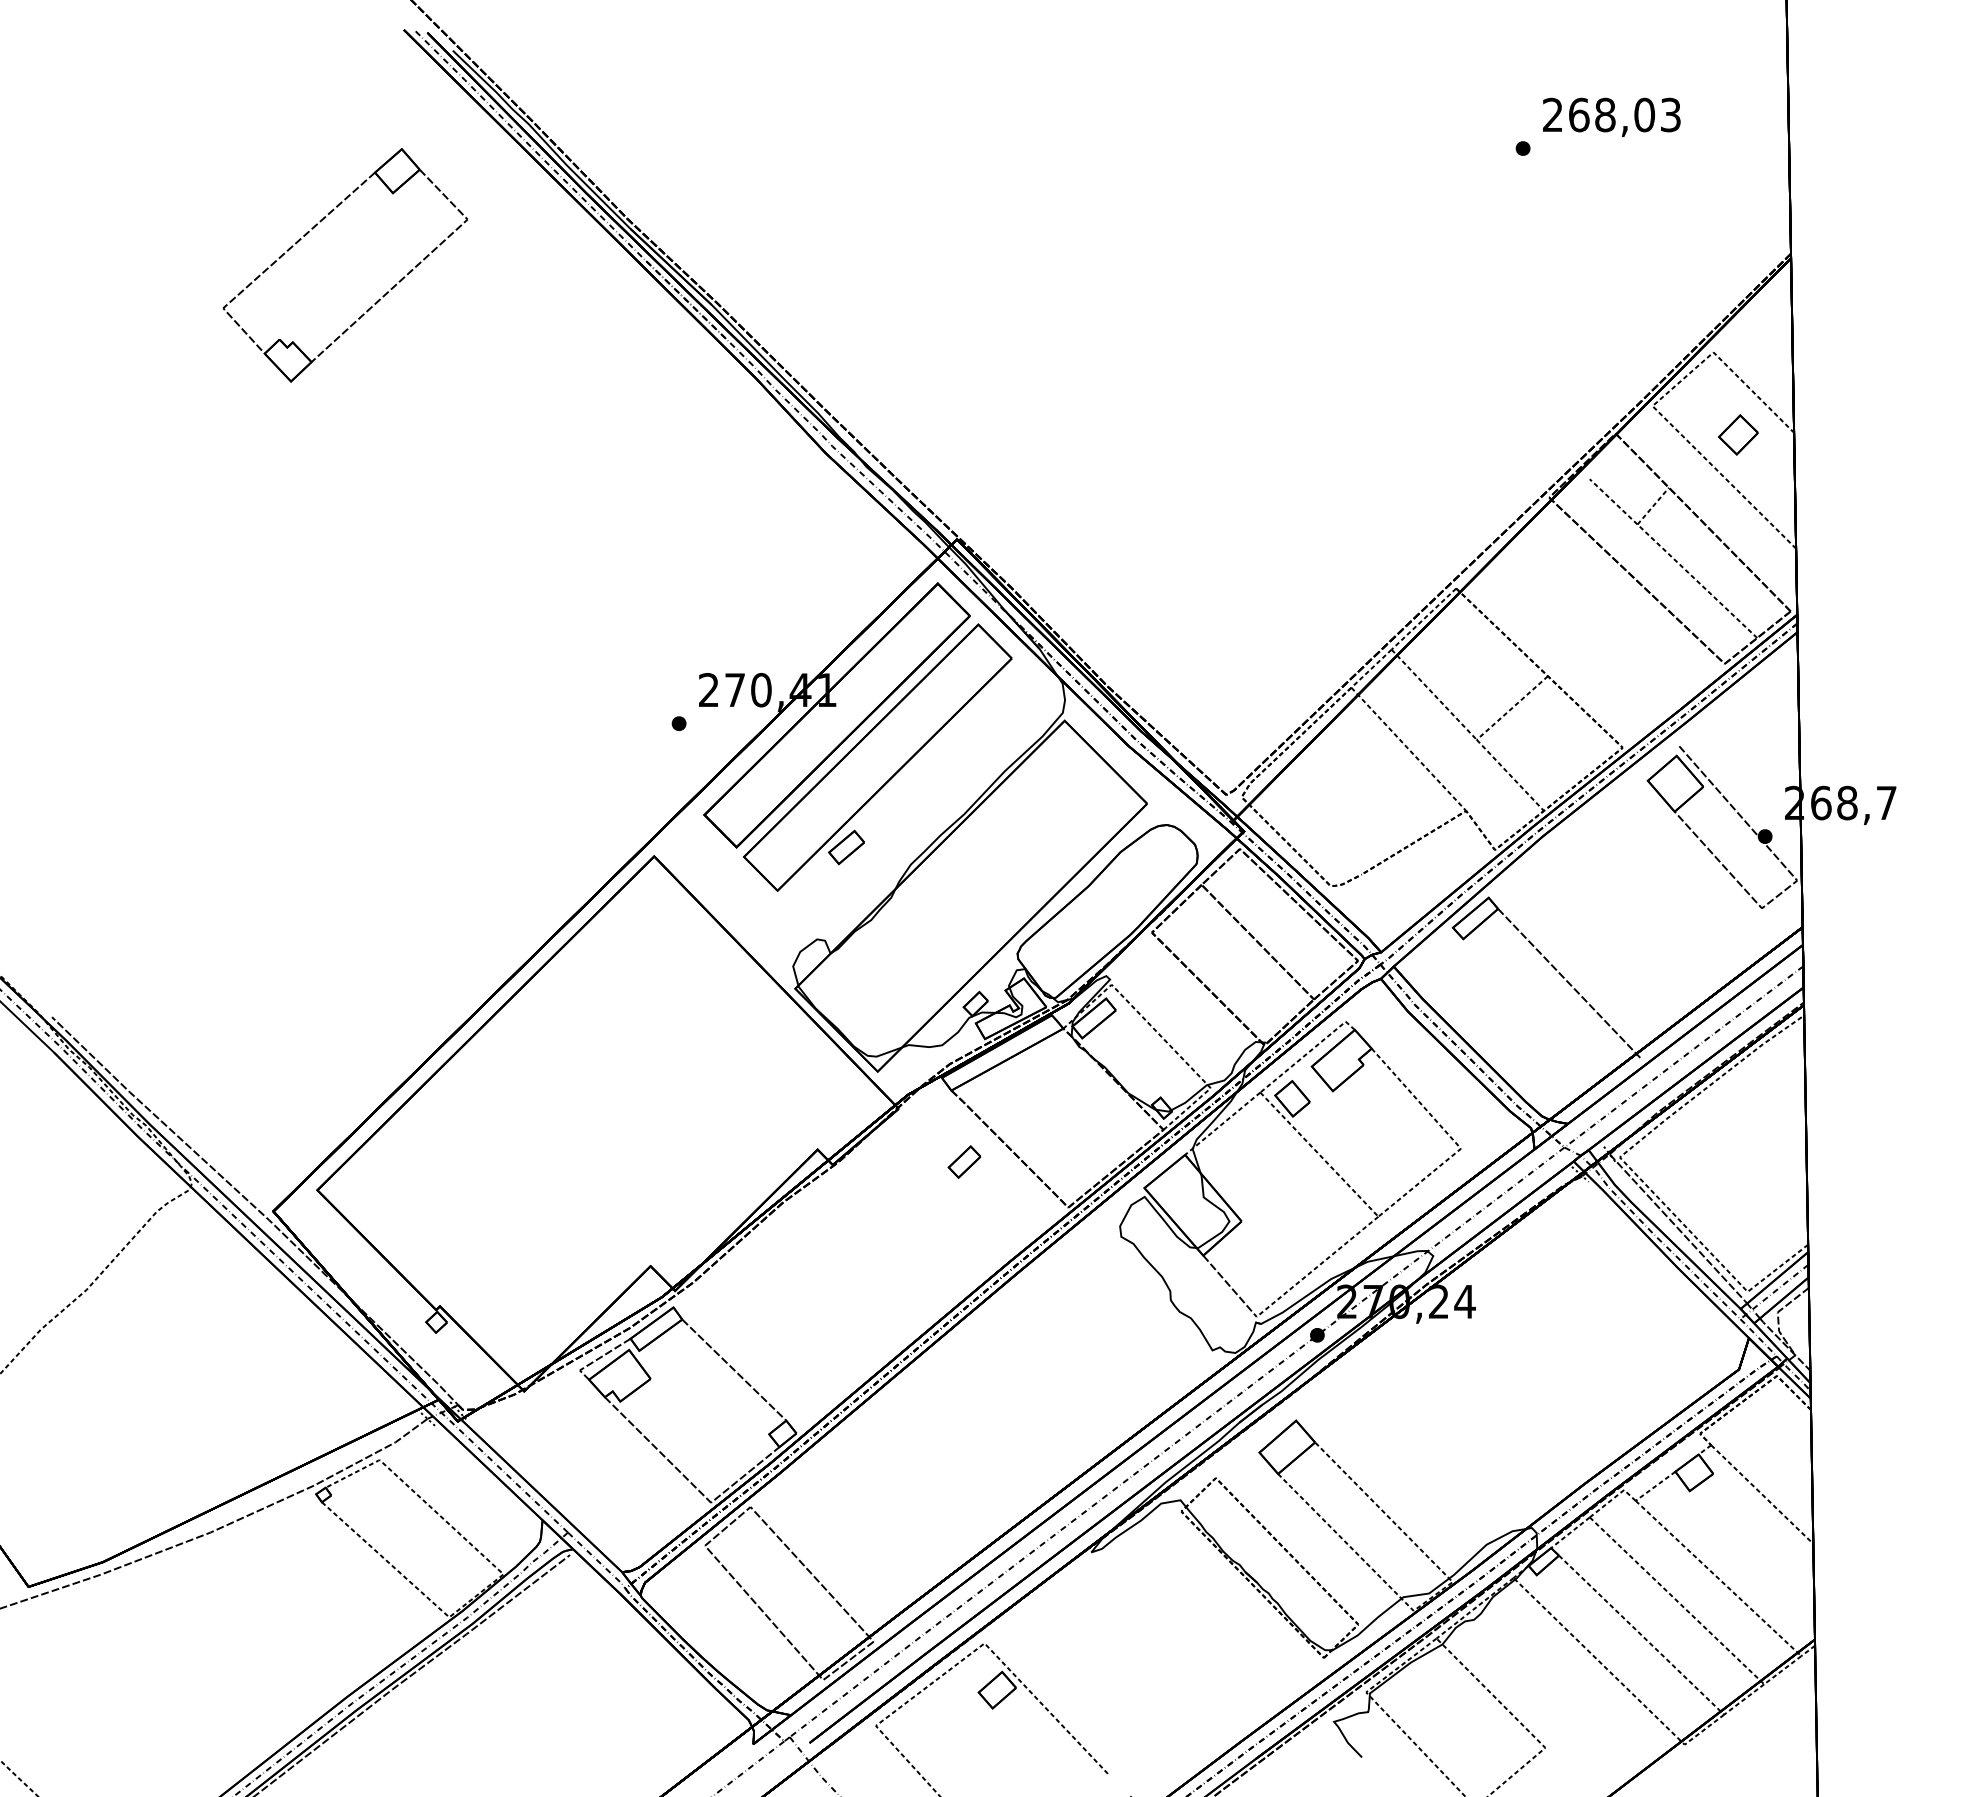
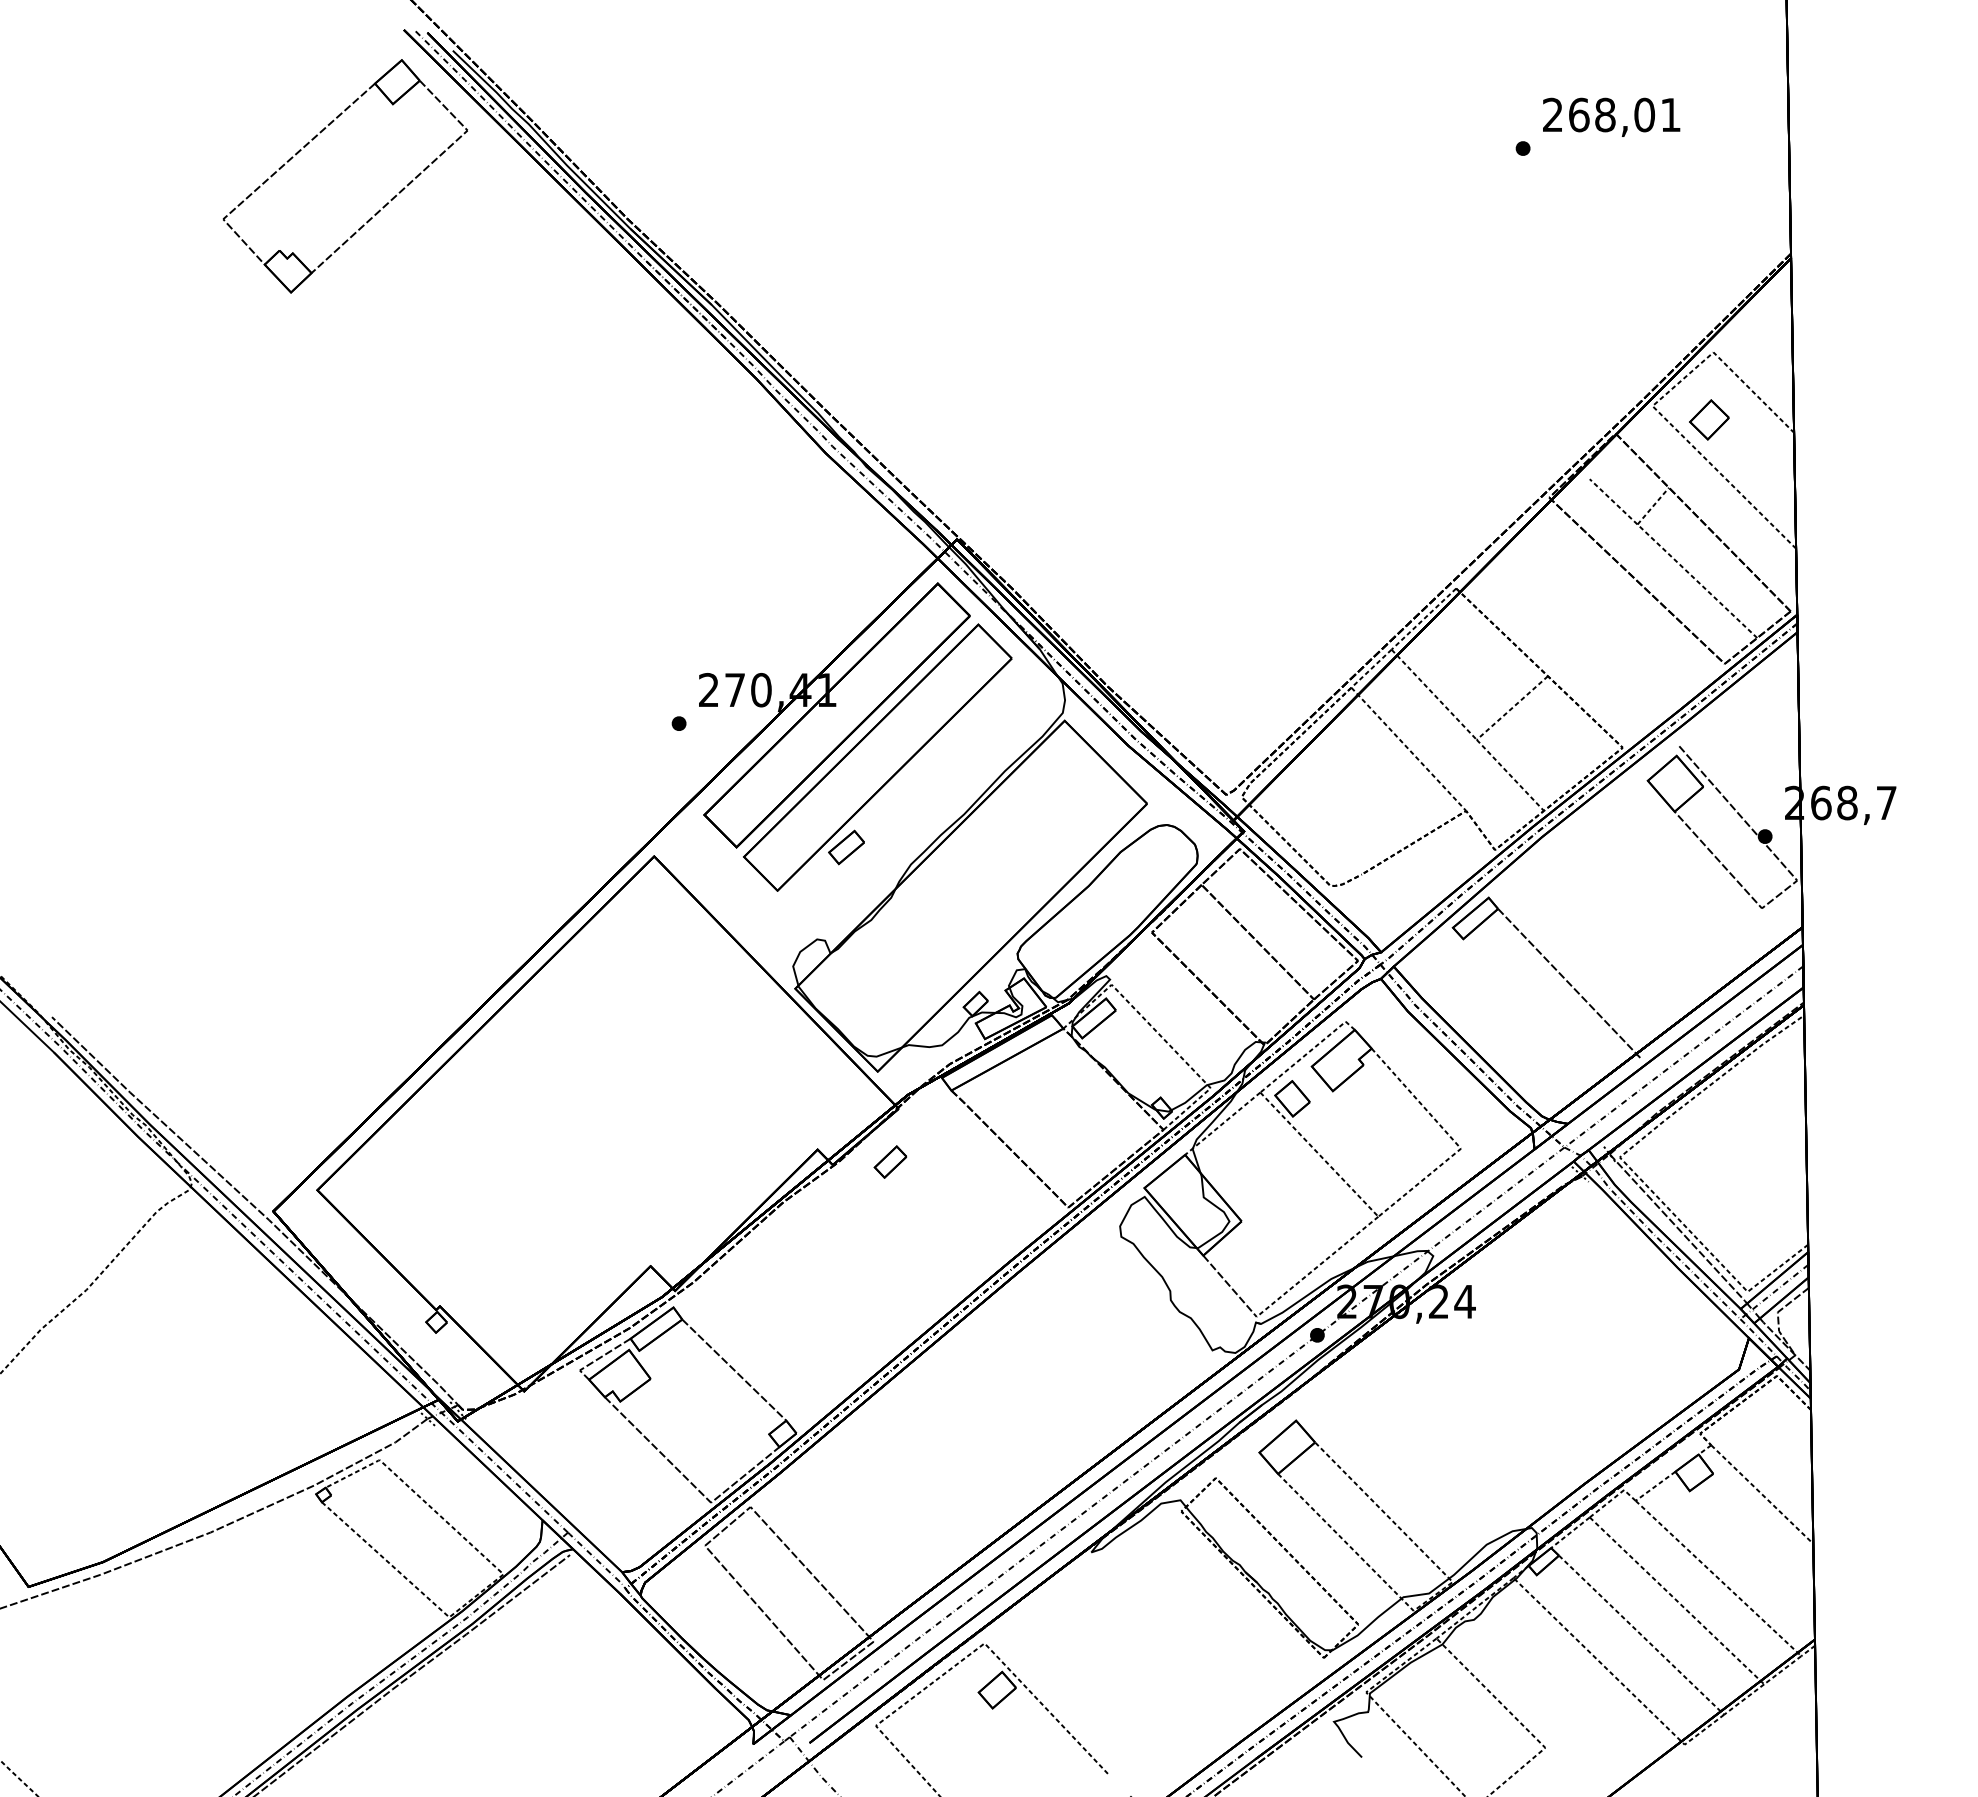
text at (1670, 114): 268,03 -> 268,01
part at (314, 228) position: (314, 228) -> (314, 139)
part at (1738, 434) position: (1738, 434) -> (1709, 419)
part at (964, 1161) position: (964, 1161) -> (890, 1161)
